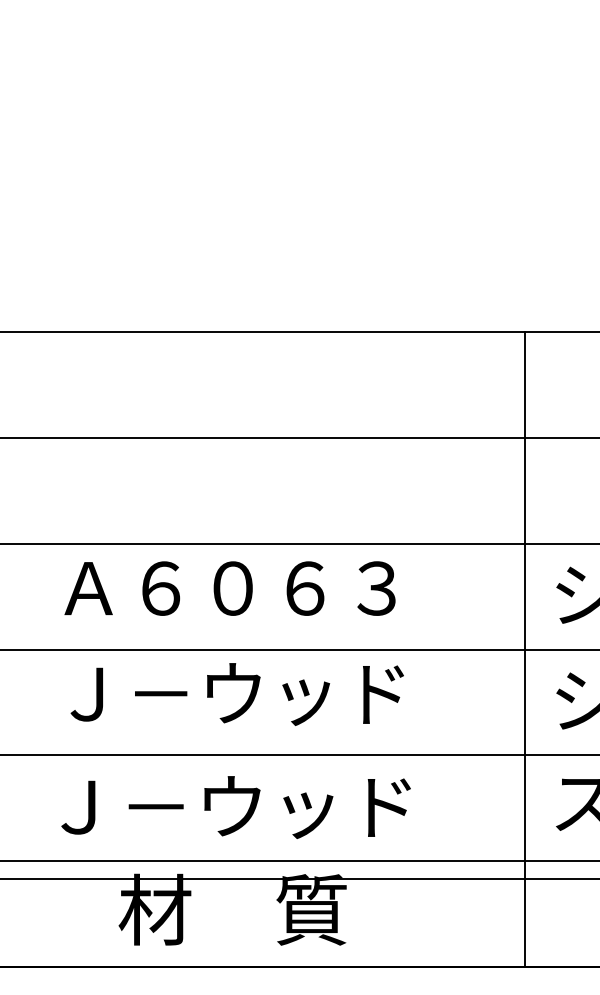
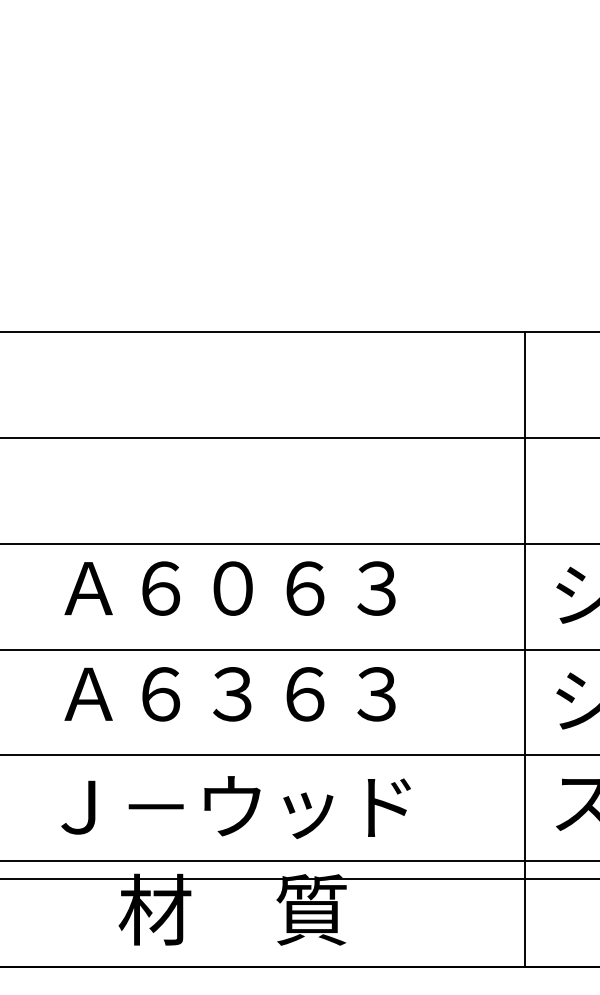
text at (233, 694): Ｊ－ウッド -> Ａ６３６３
